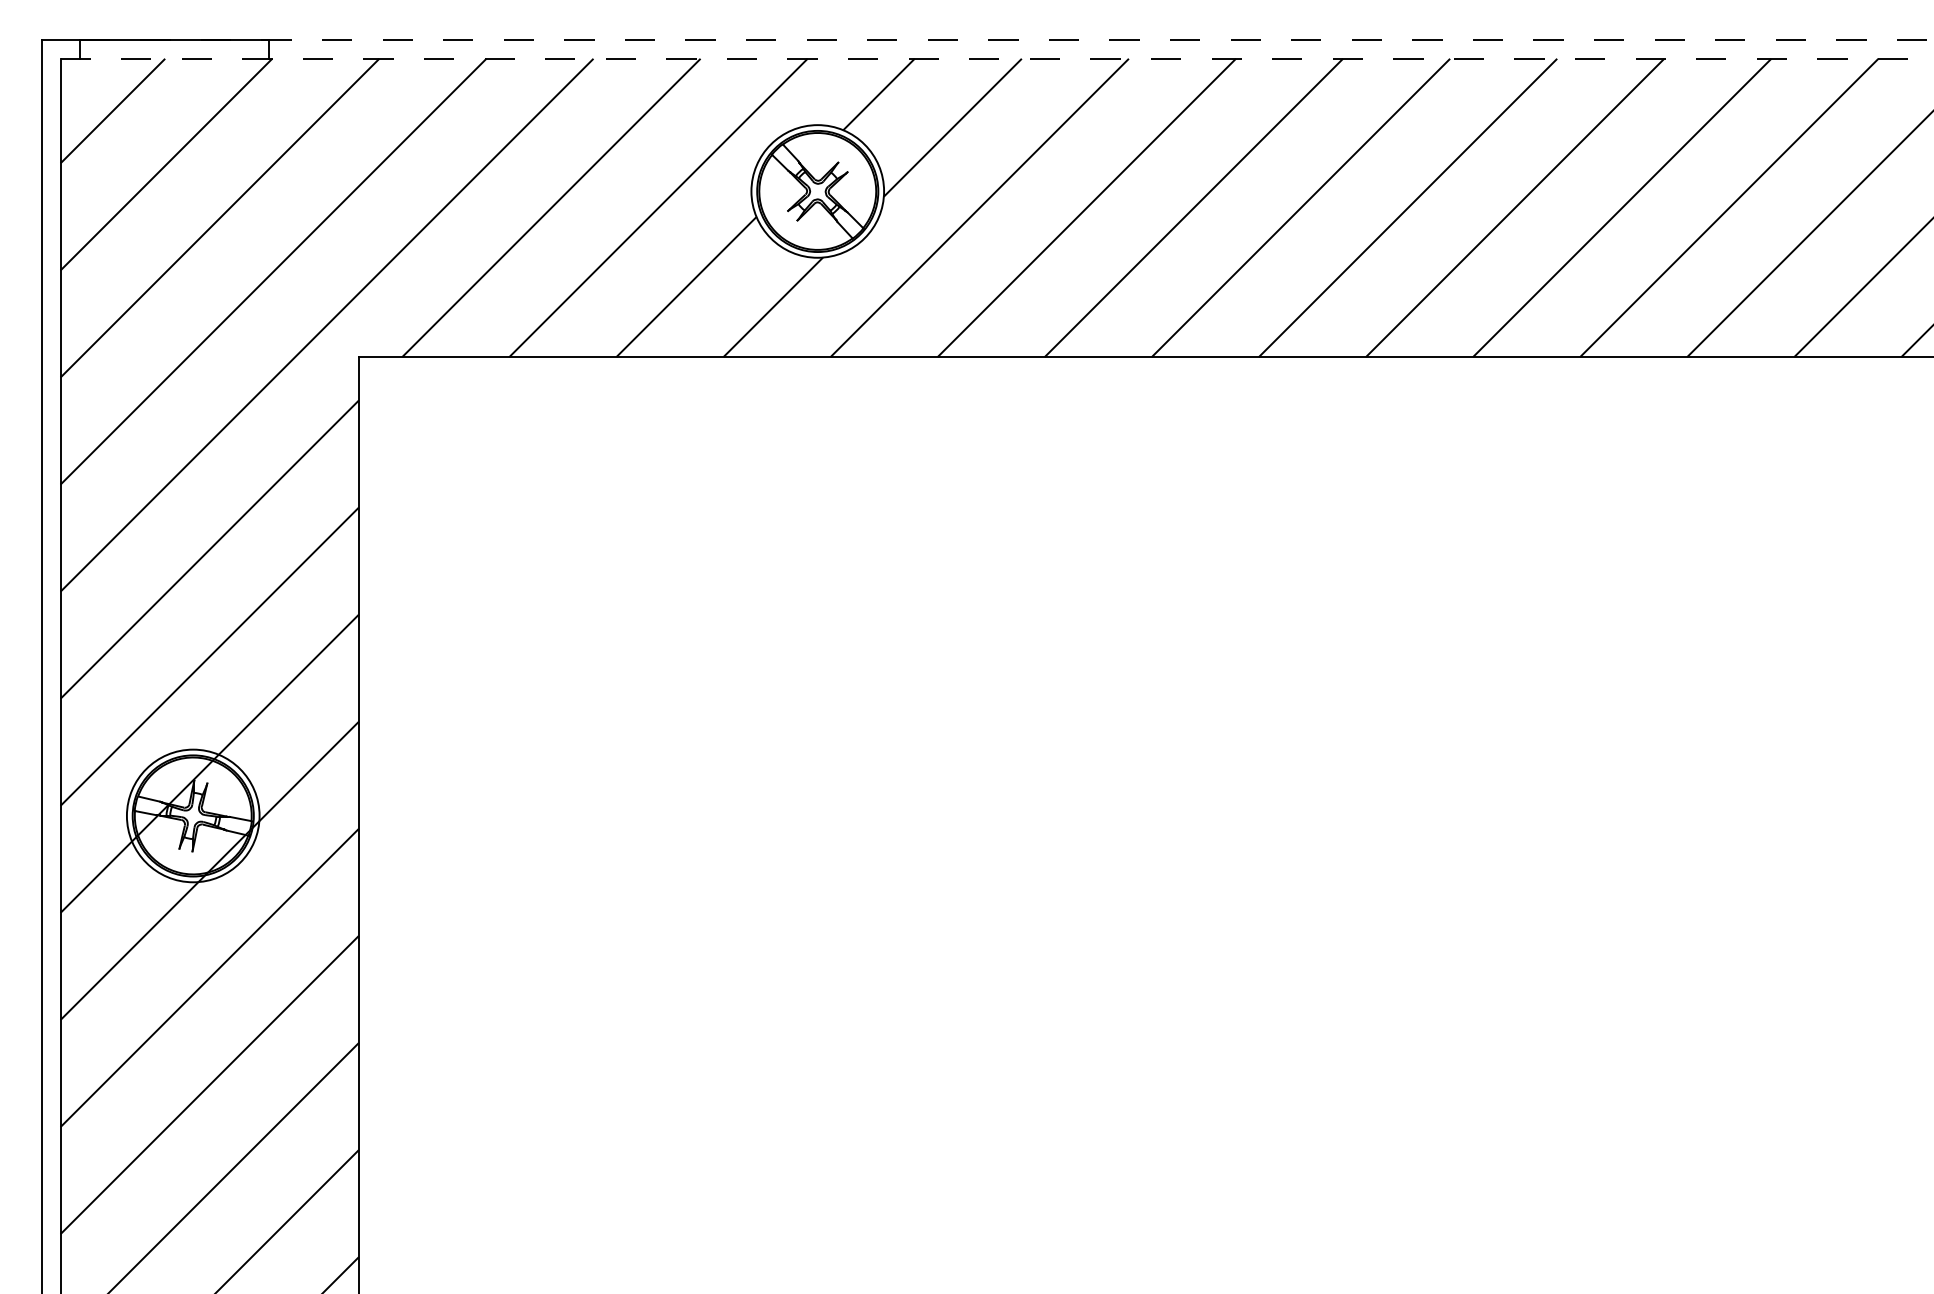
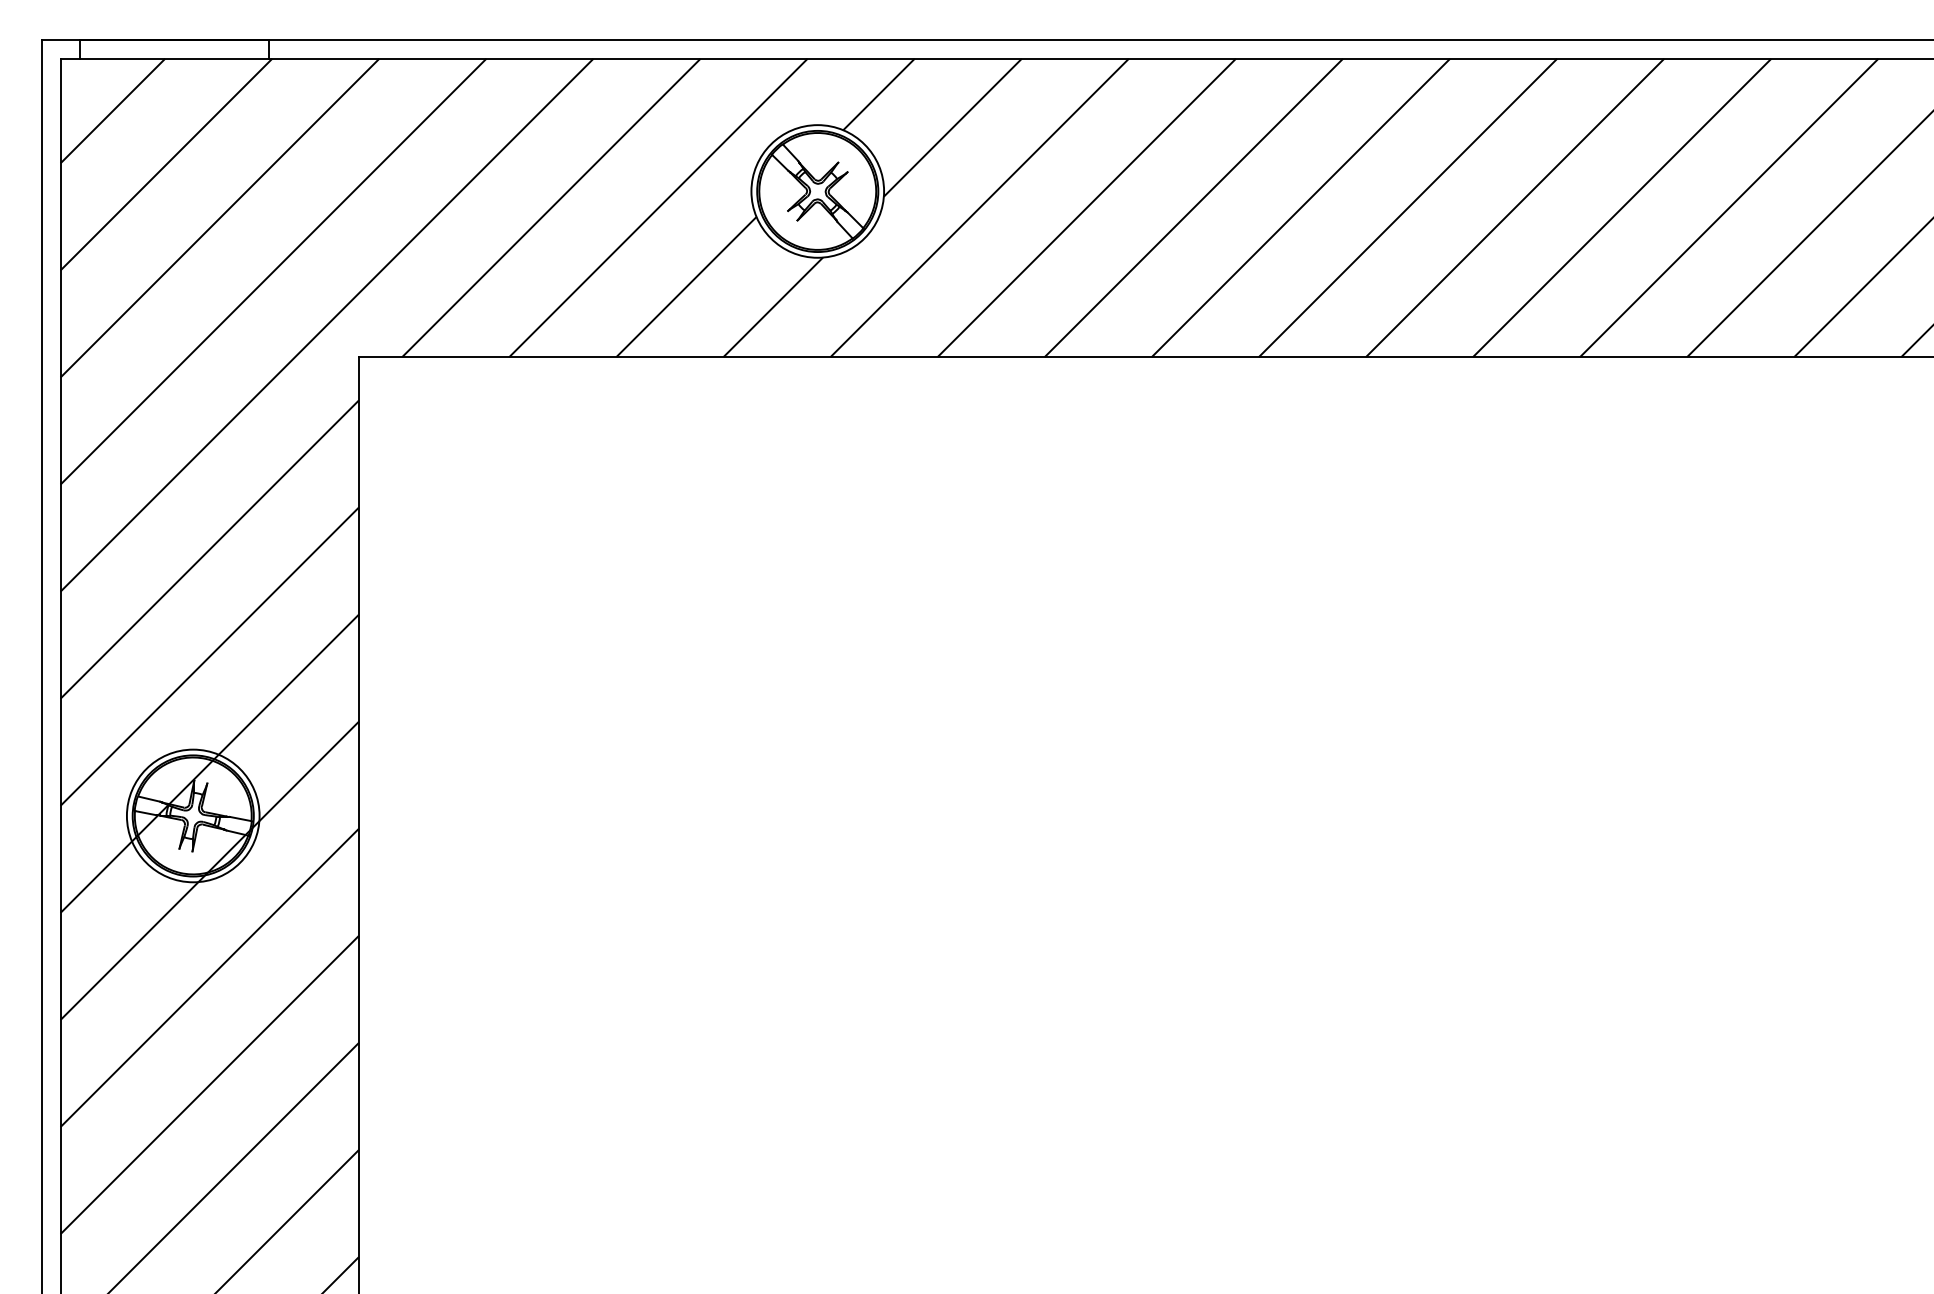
line at (1006, 40): dashed -> solid
line at (997, 58): dashed -> solid
